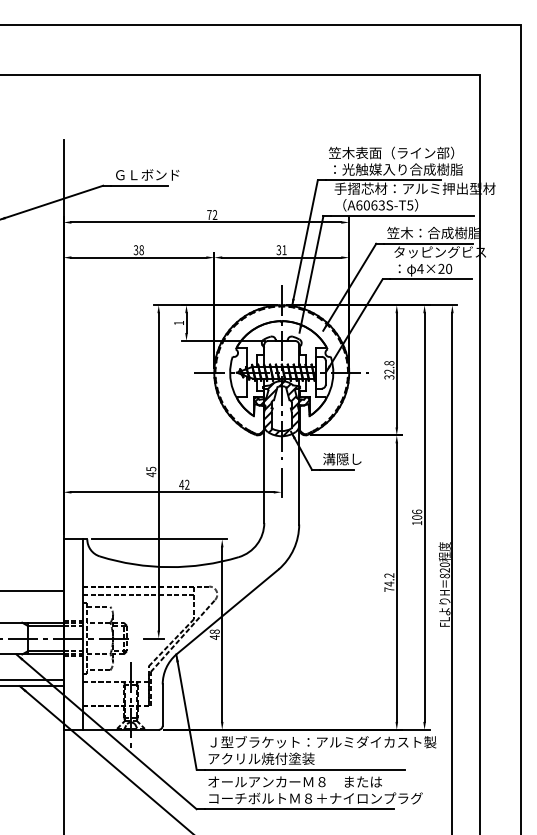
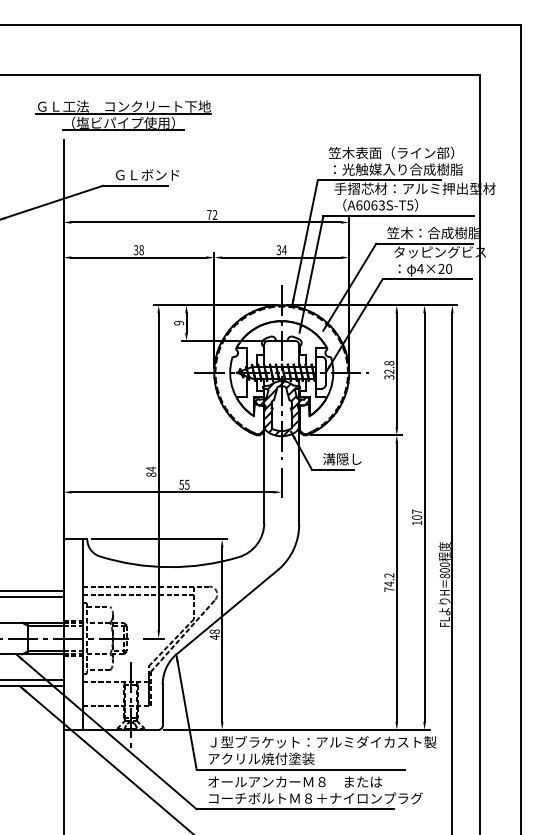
part at (123, 115): none -> present
text at (284, 250): 31 -> 34
text at (179, 322): 1 -> 9
text at (151, 472): 45 -> 84
text at (184, 484): 42 -> 55
text at (417, 511): 106 -> 107
text at (444, 570): 820 -> 800
line at (32, 596): none -> present
